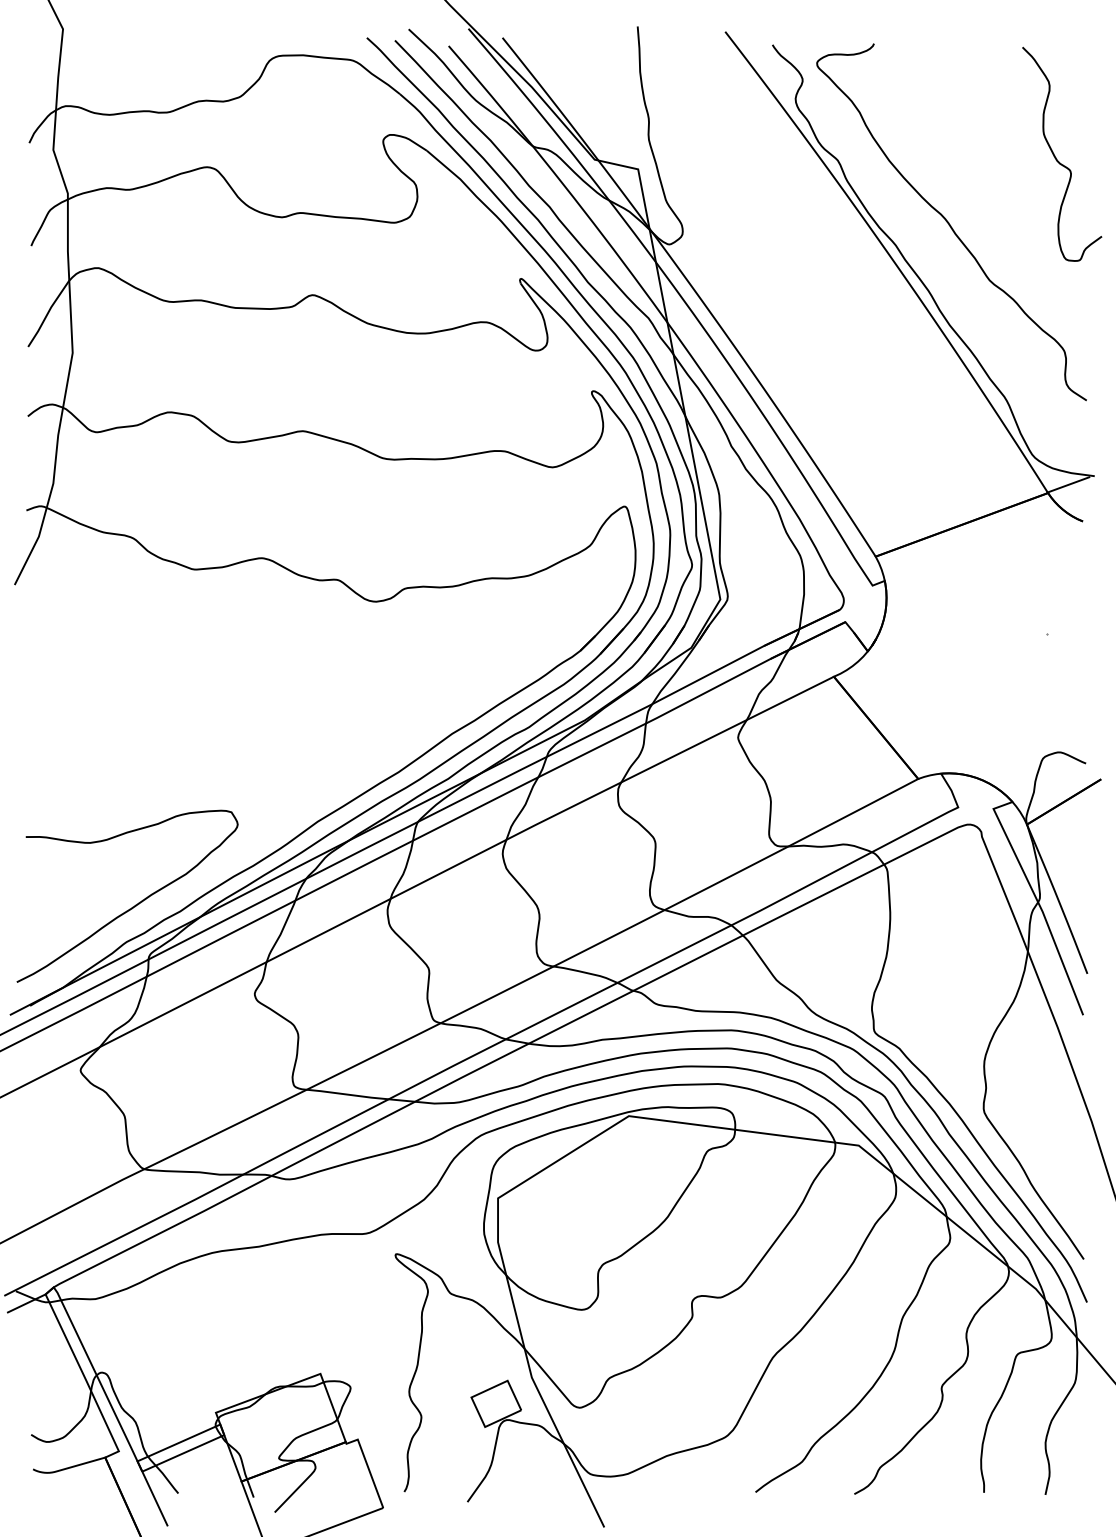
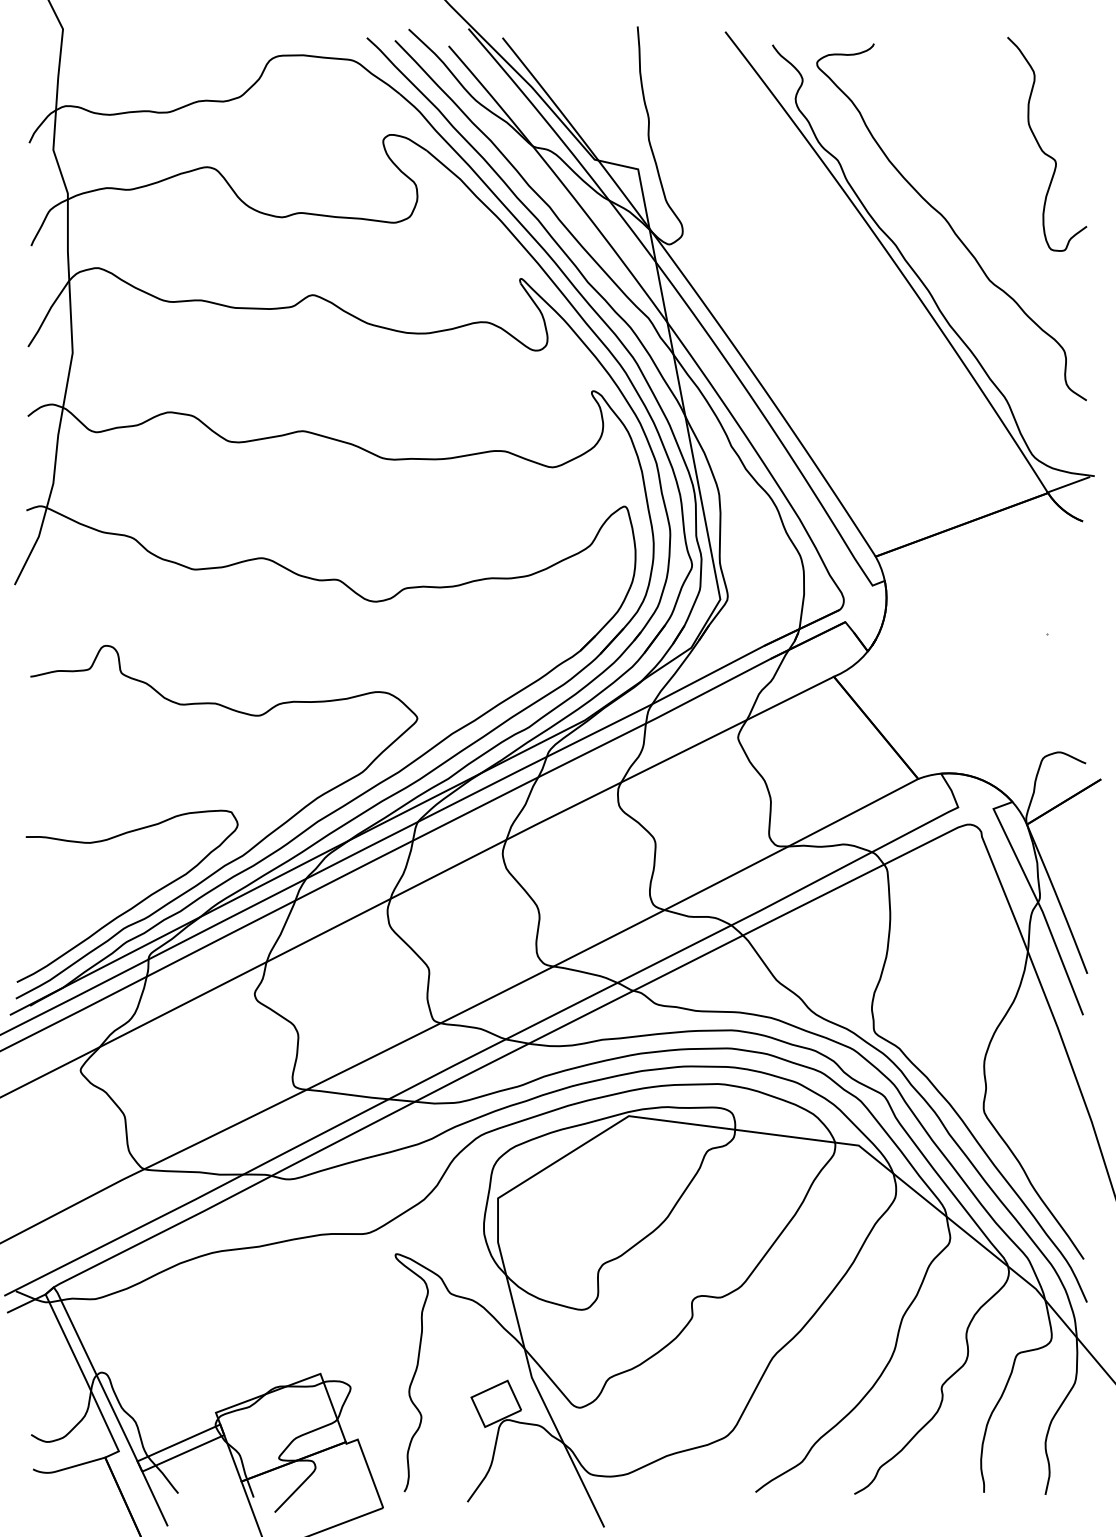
curve at (1056, 157) position: (1056, 157) -> (1041, 147)
curve at (235, 858): none -> present
